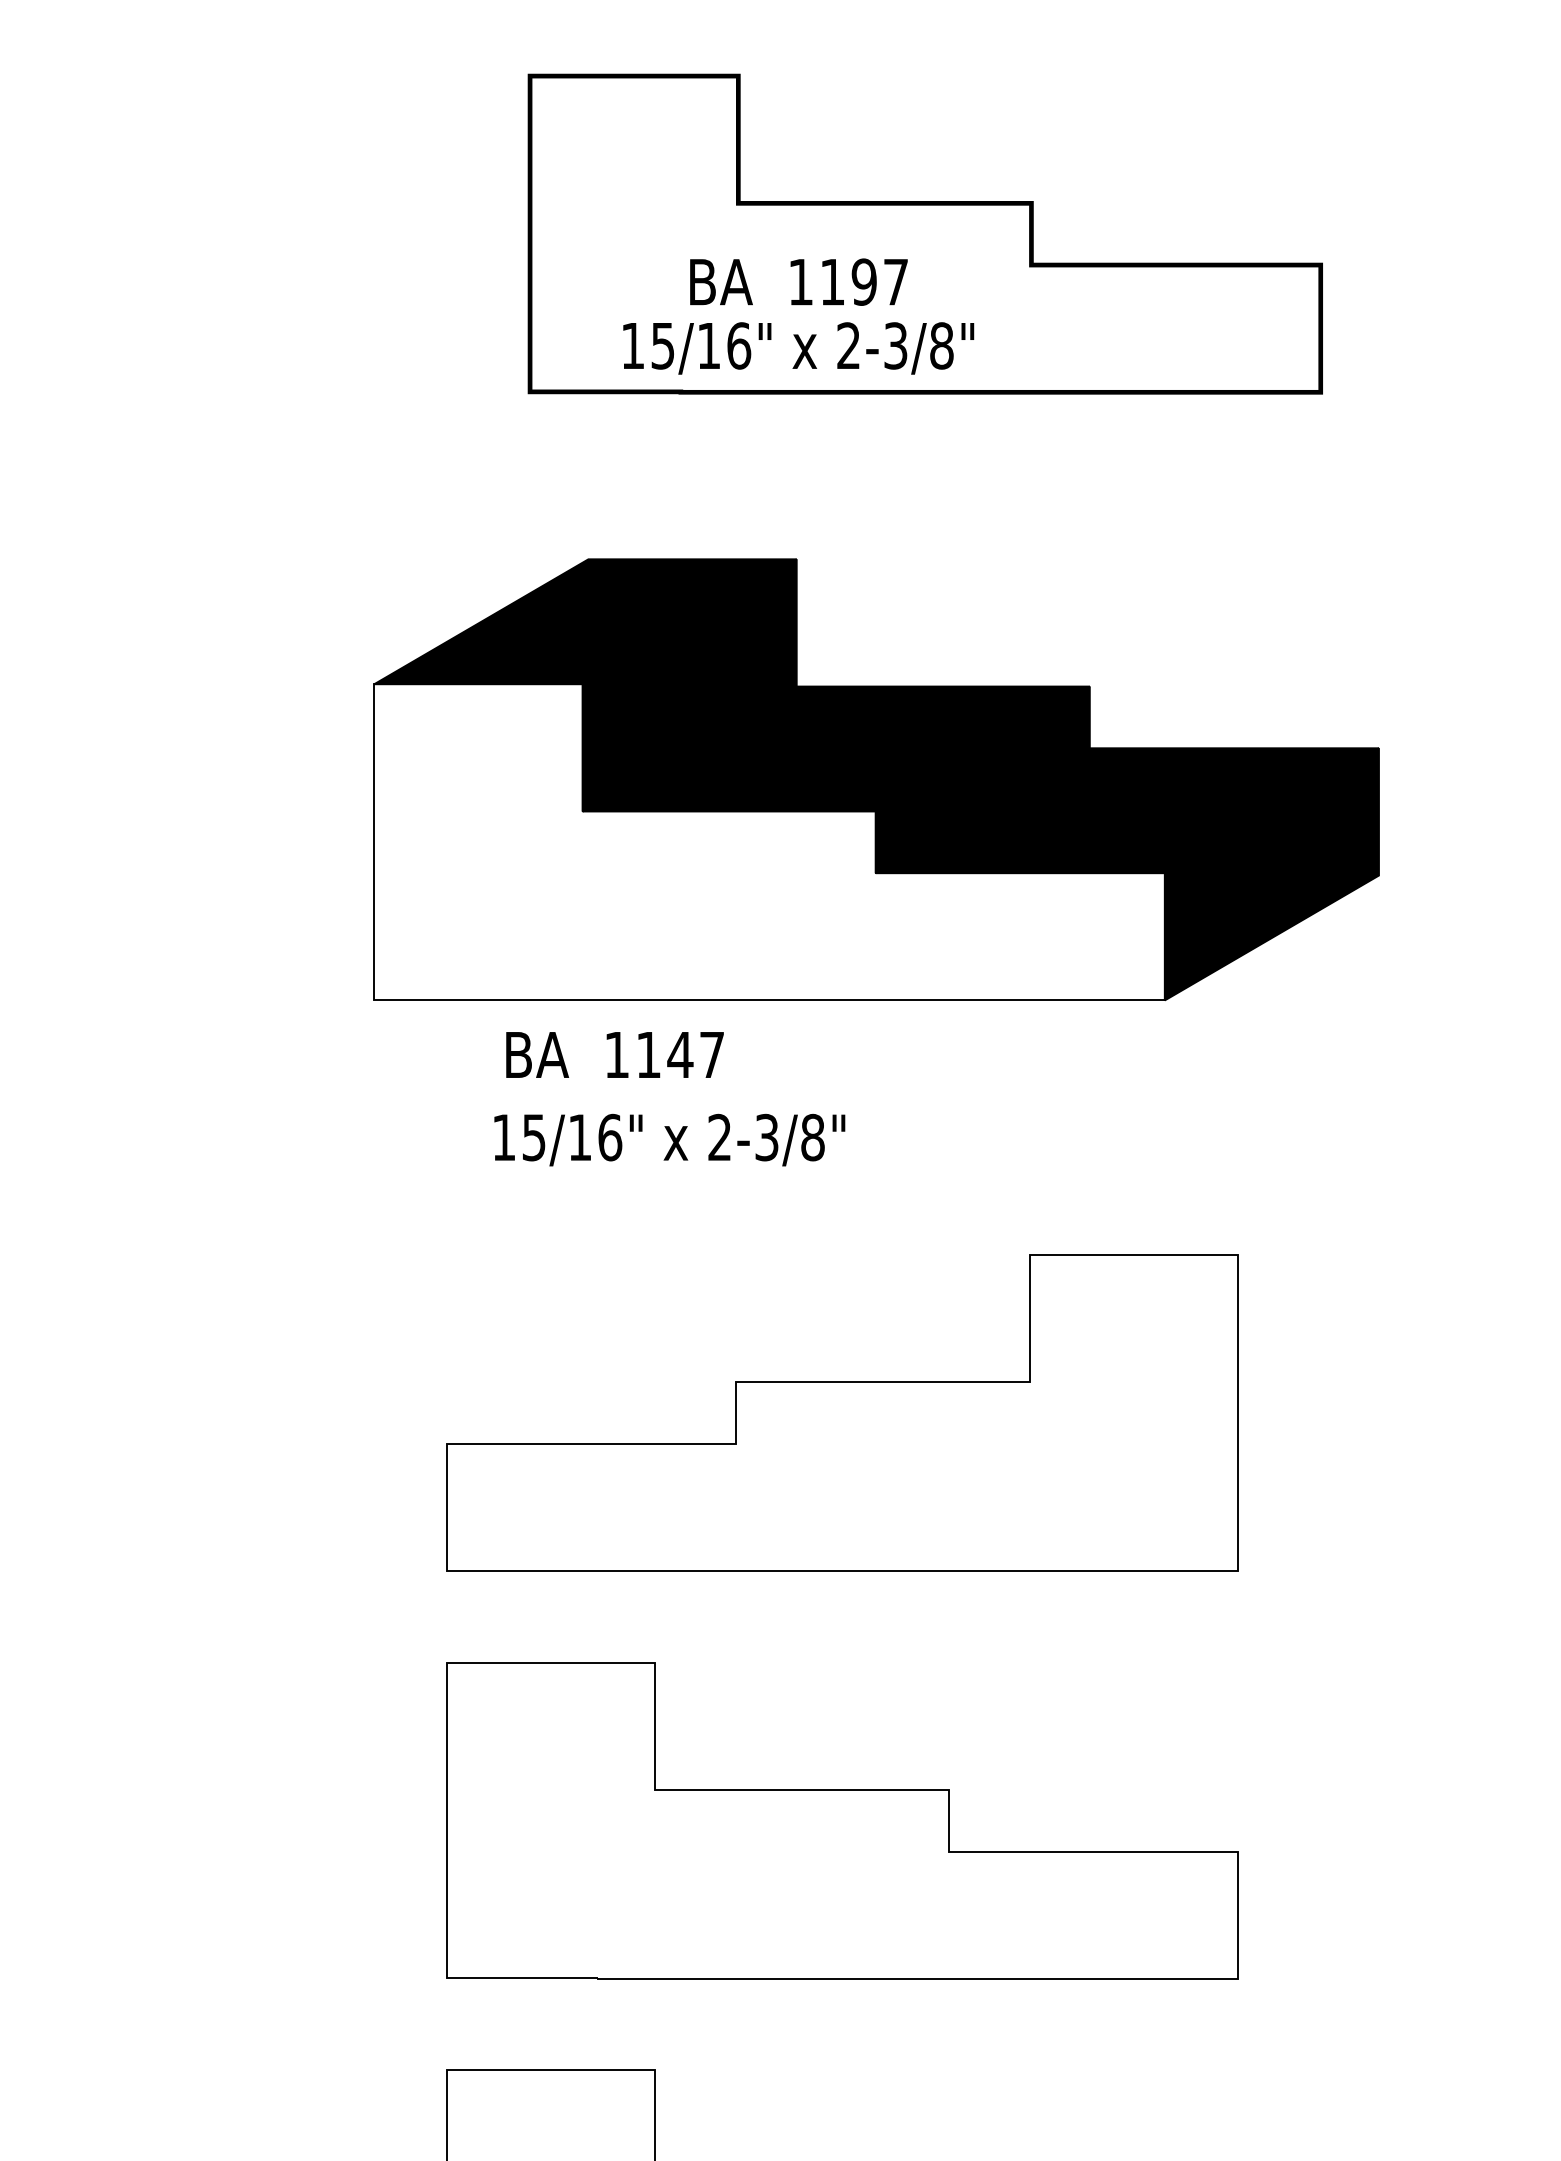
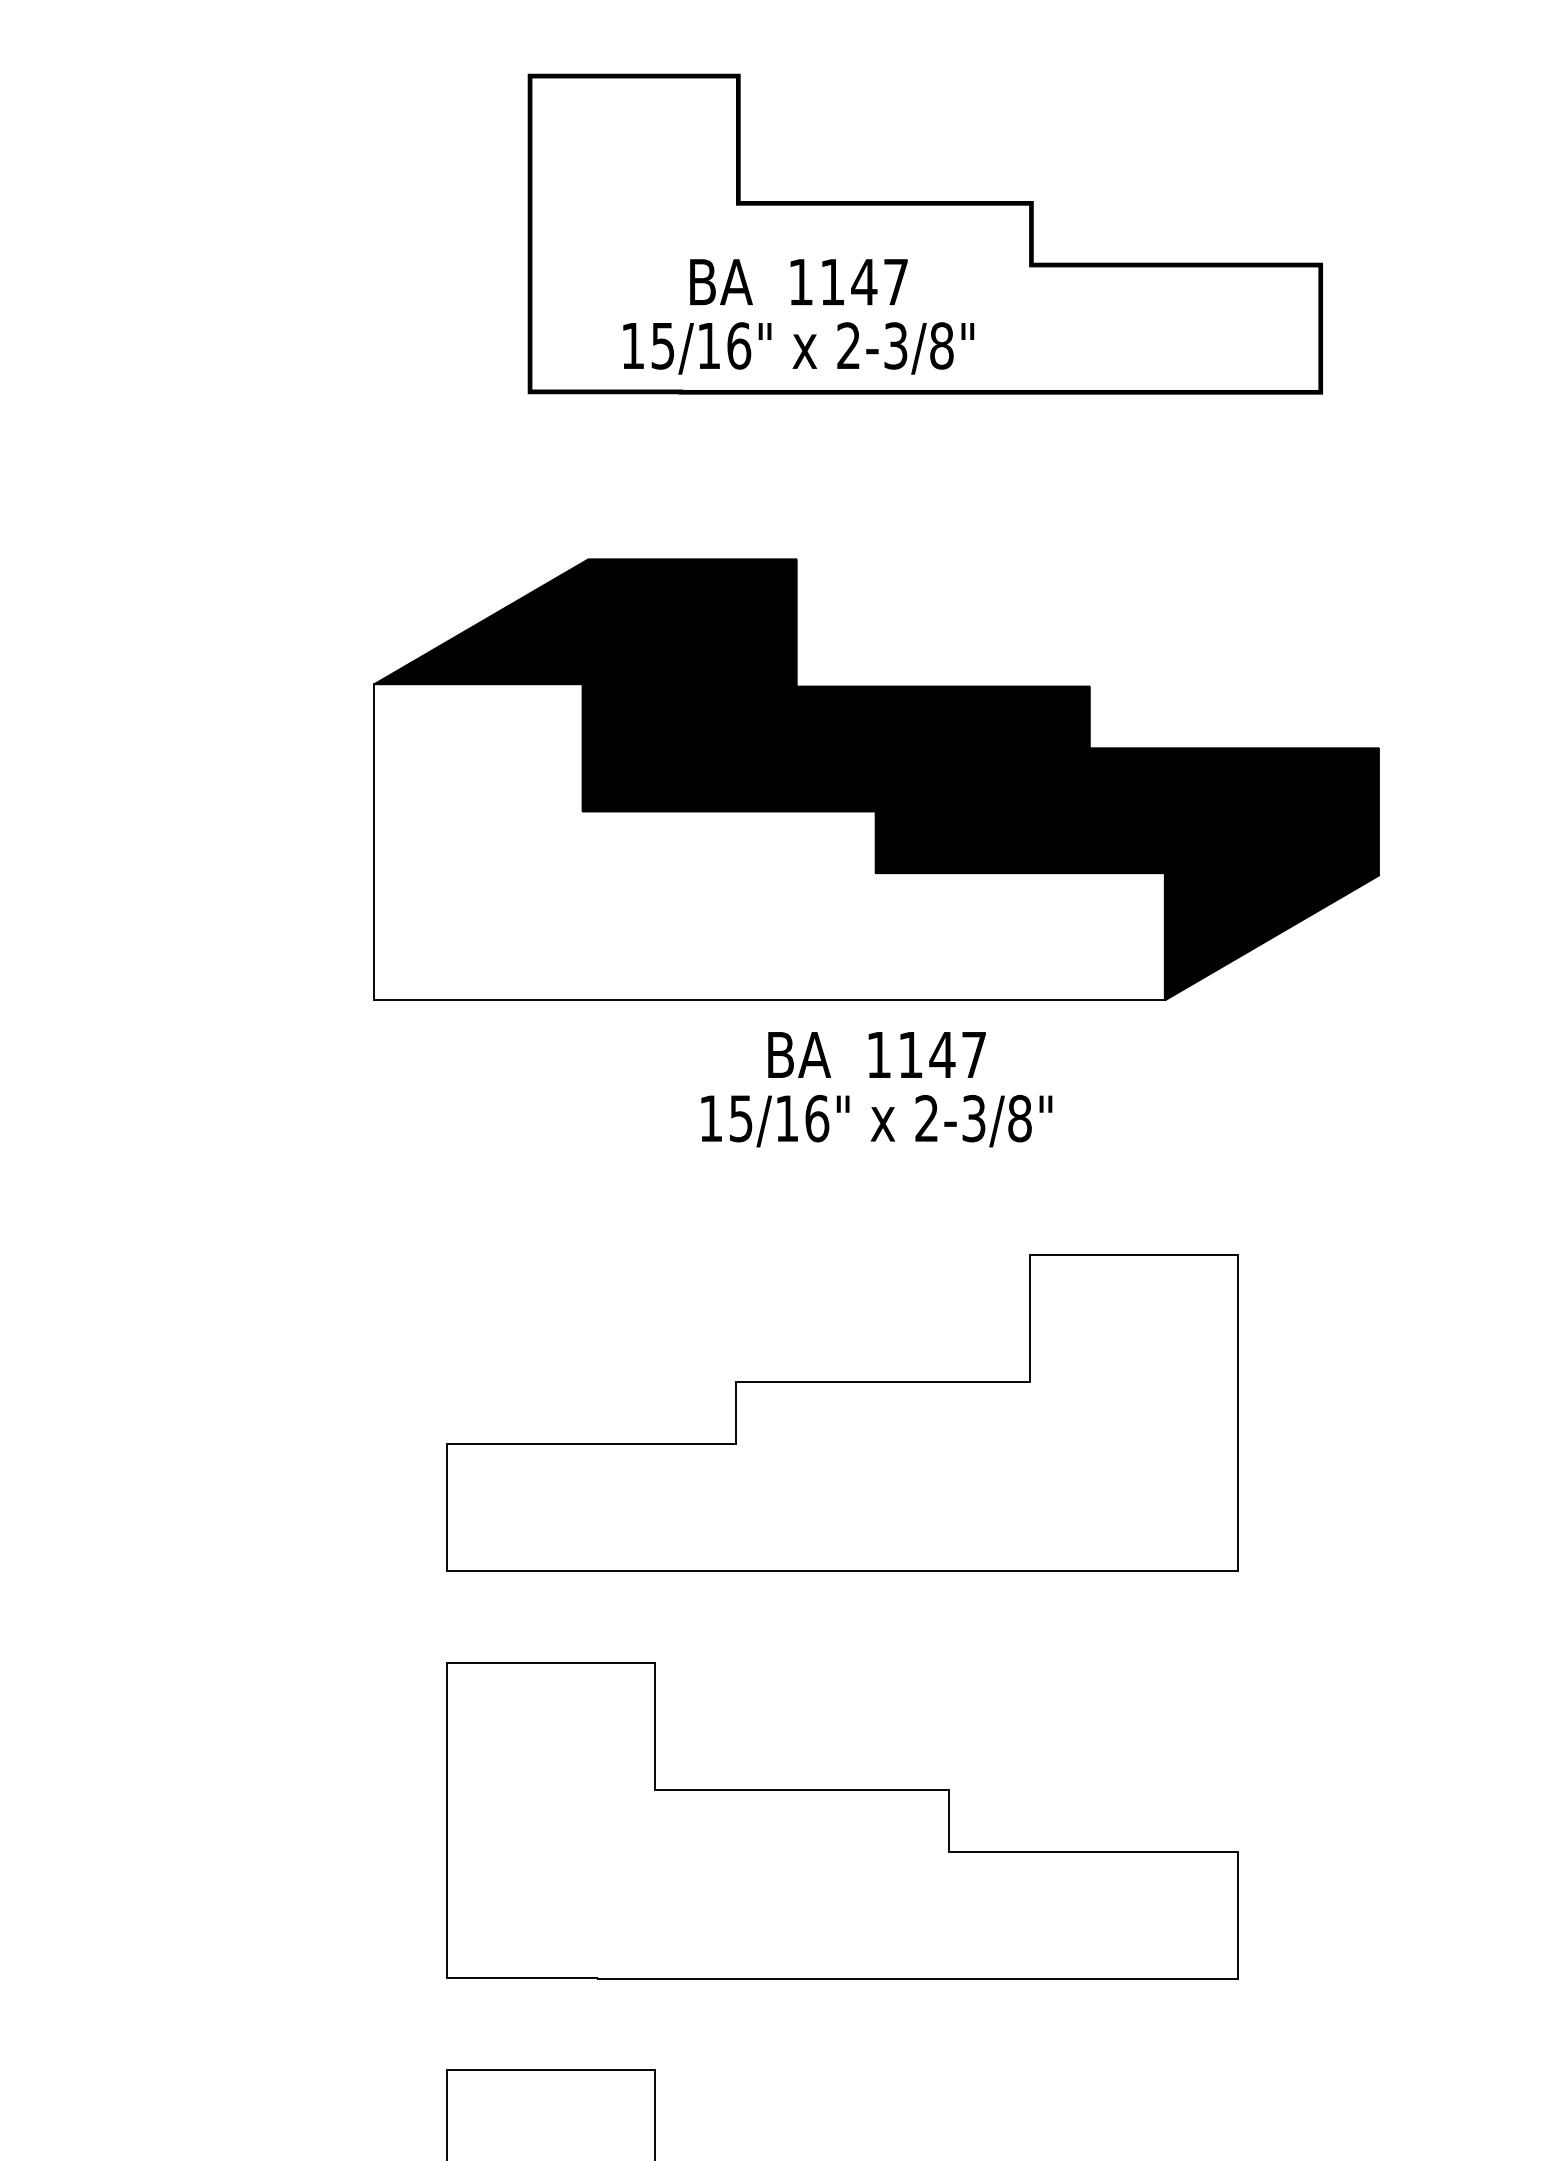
text at (864, 281): 1197 -> 1147
text at (614, 1054) position: (614, 1054) -> (876, 1054)
text at (669, 1139) position: (669, 1139) -> (876, 1120)
